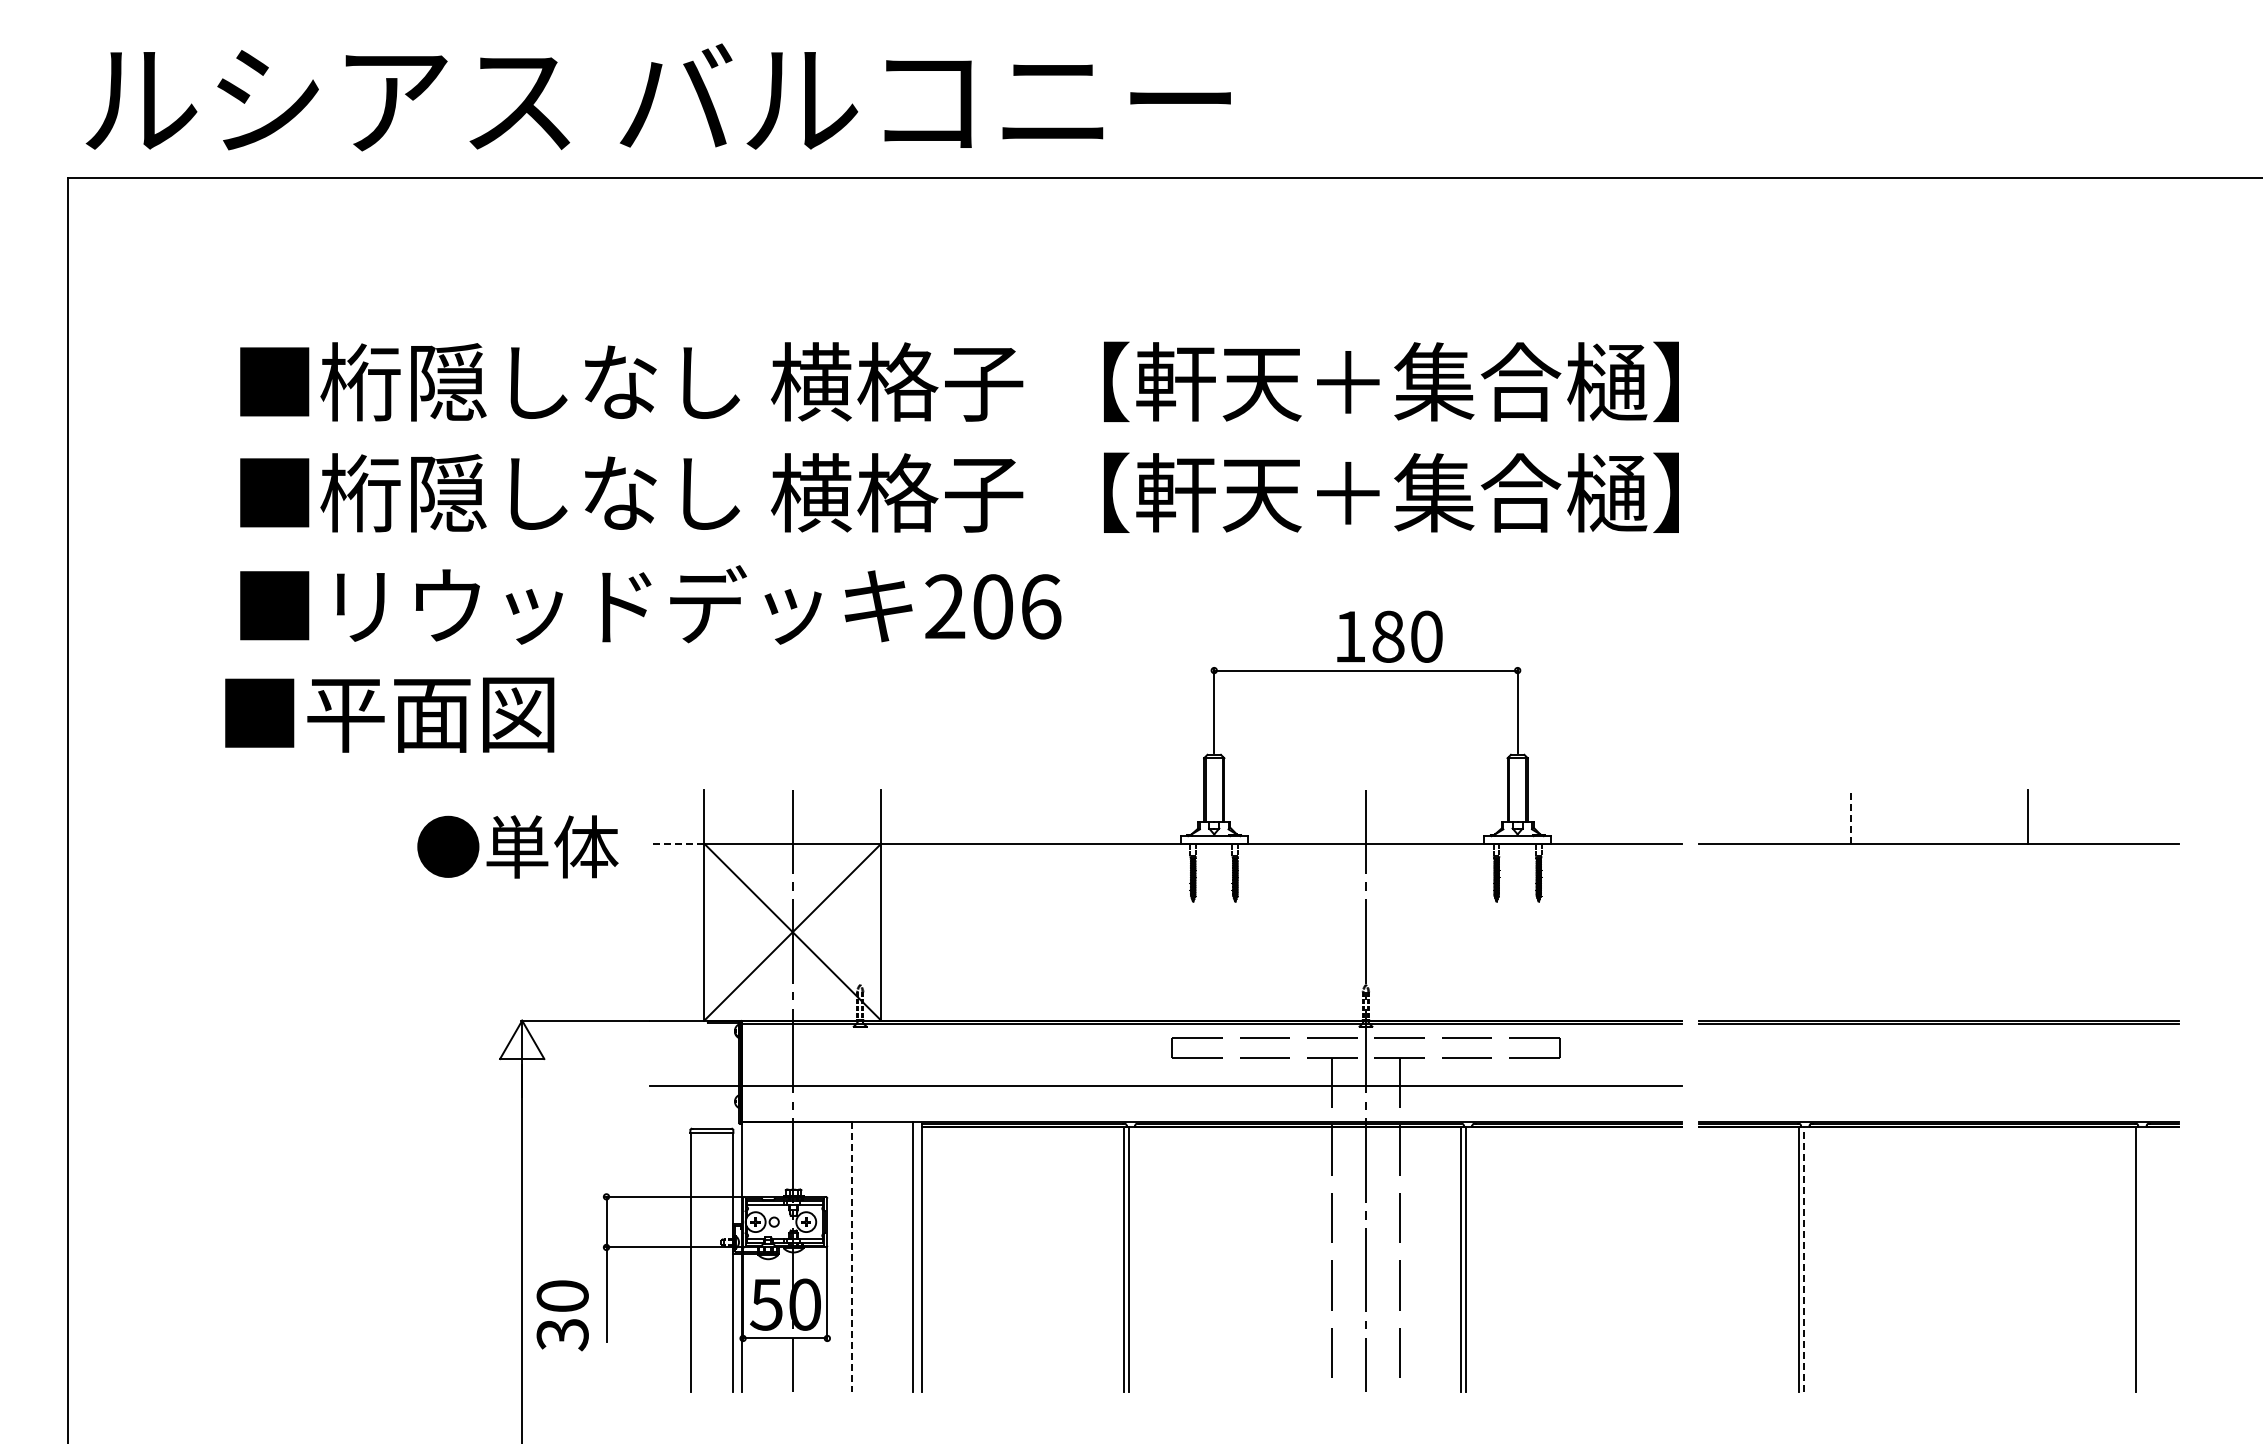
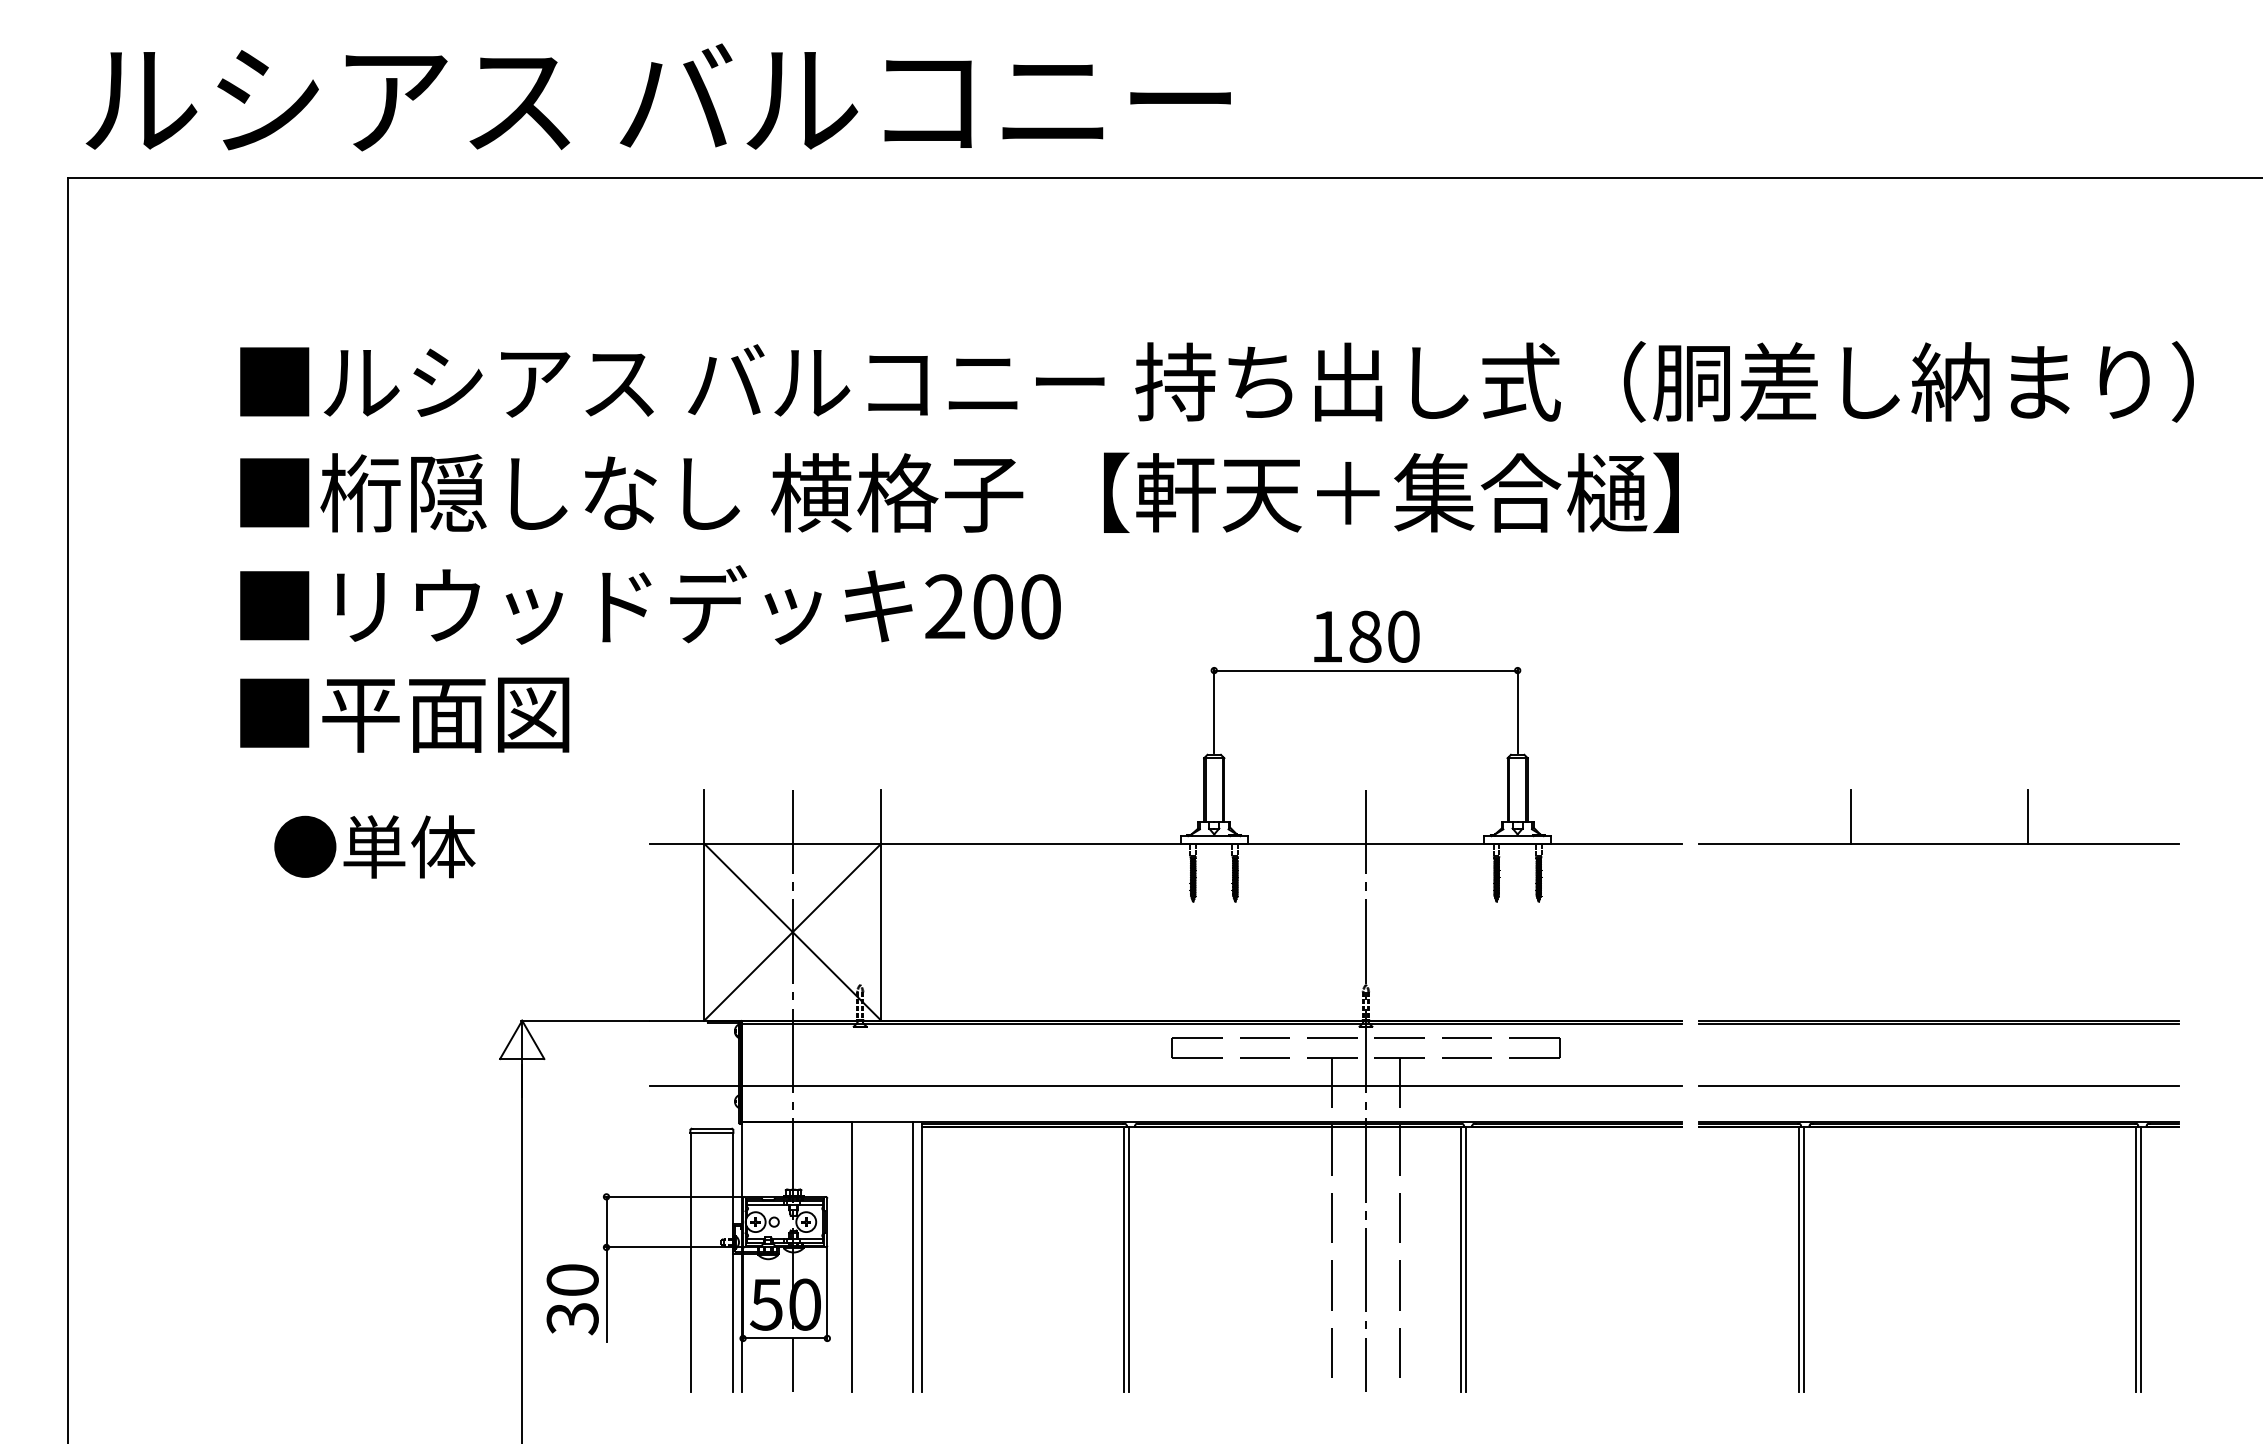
text at (1256, 381): ■桁隠しなし 横格子 【軒天＋集合樋】 -> ■ルシアス バルコニー 持ち出し式（胴差し納まり）
text at (1041, 606): 206 -> 200
text at (1389, 636) position: (1389, 636) -> (1366, 636)
text at (389, 714) position: (389, 714) -> (404, 714)
line at (1850, 816): dashed -> solid
line at (676, 843): dashed -> solid
text at (517, 846) position: (517, 846) -> (374, 846)
line at (1938, 1086): none -> present
line at (851, 1257): dashed -> solid
line at (1803, 1259): dashed -> solid
line at (2140, 1259): none -> present
text at (562, 1315) position: (562, 1315) -> (572, 1299)
